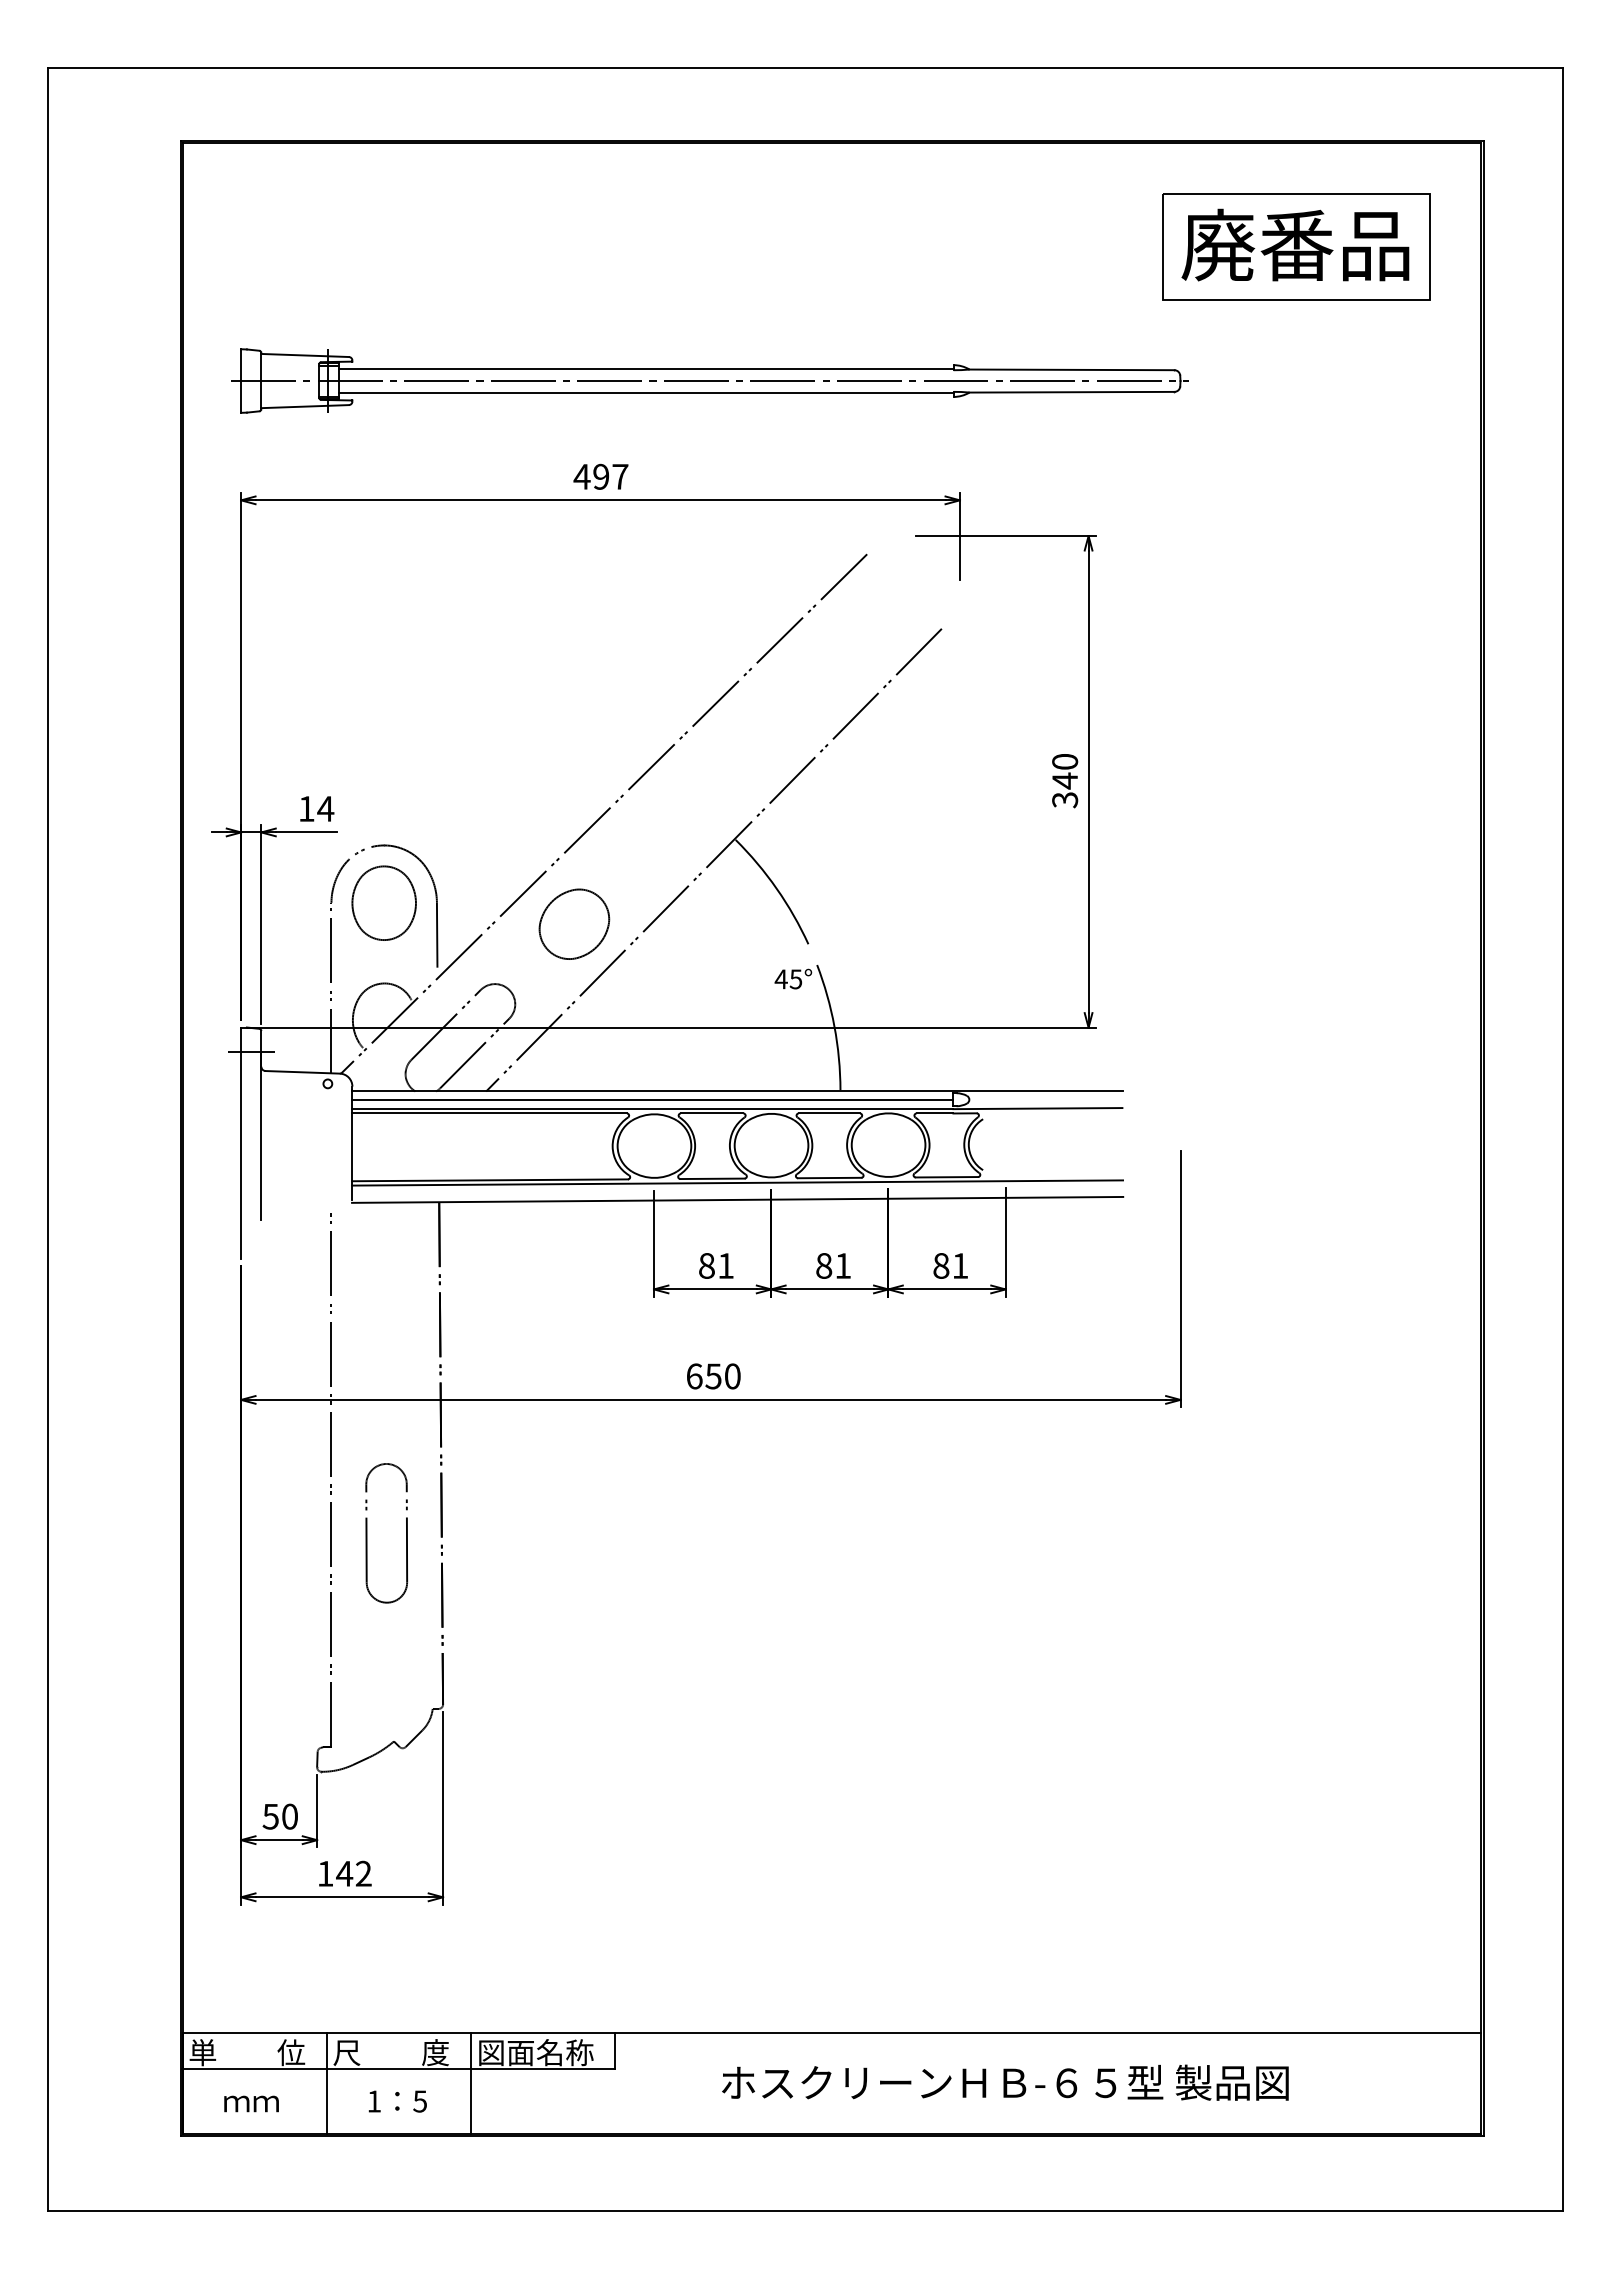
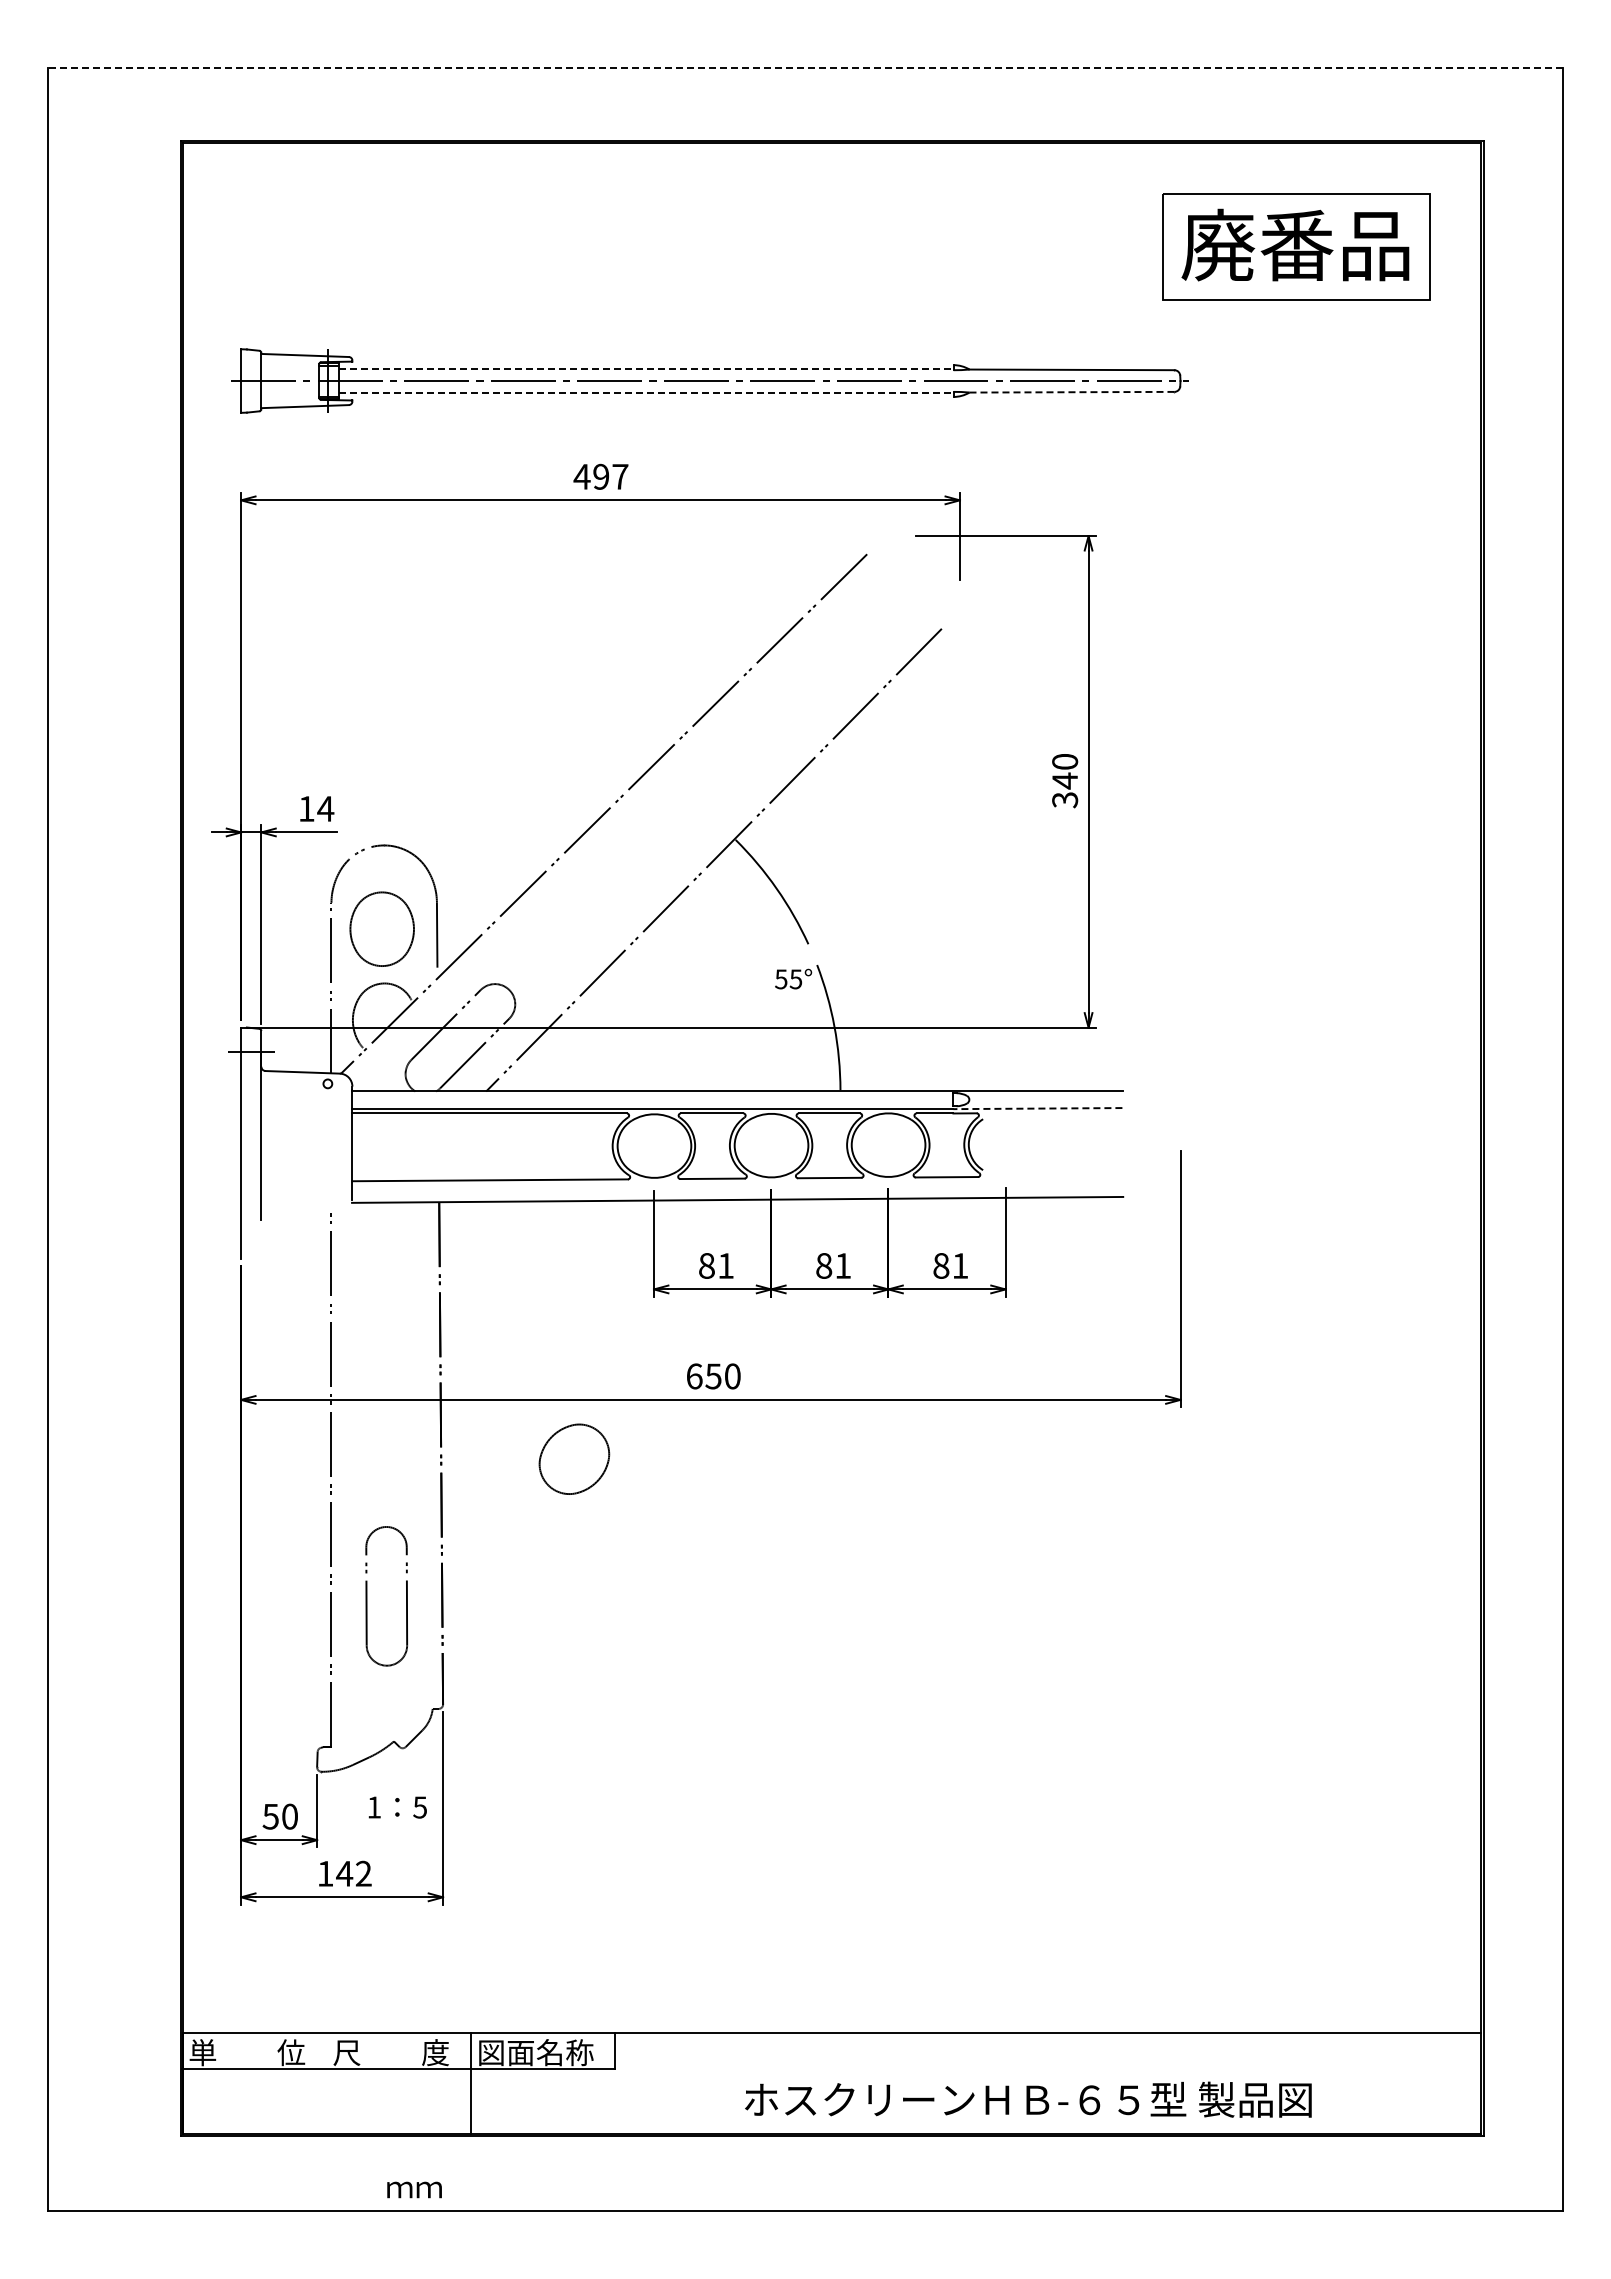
line at (804, 68): solid -> dashed
line at (647, 369): solid -> dashed
line at (647, 392): solid -> dashed
line at (1071, 392): solid -> dashed
part at (383, 902) position: (383, 902) -> (381, 928)
part at (574, 923) position: (574, 923) -> (574, 1458)
text at (780, 979): 45° -> 55°
line at (652, 1099): present -> none
line at (1037, 1108): solid -> dashed
line at (737, 1182): present -> none
part at (367, 1533) position: (367, 1533) -> (367, 1596)
line at (326, 2082): present -> none
text at (1005, 2082) position: (1005, 2082) -> (1028, 2099)
text at (397, 2101) position: (397, 2101) -> (397, 1807)
text at (251, 2103) position: (251, 2103) -> (414, 2189)
